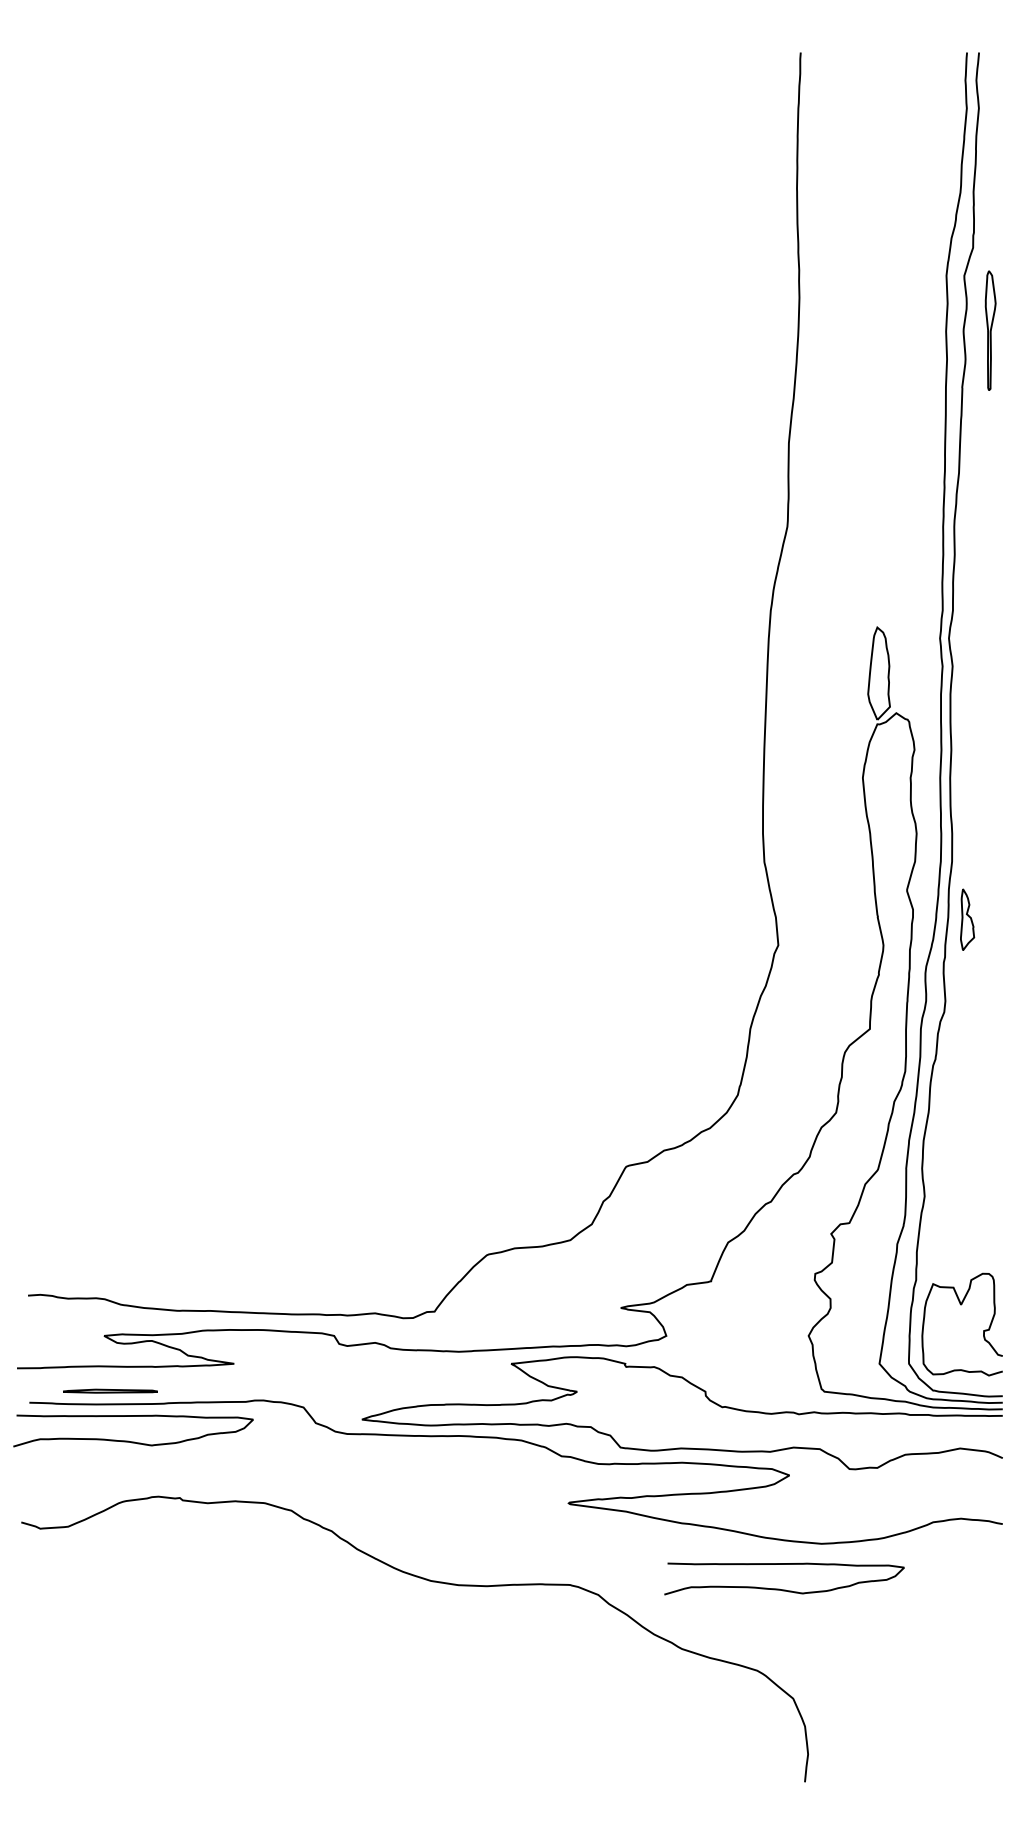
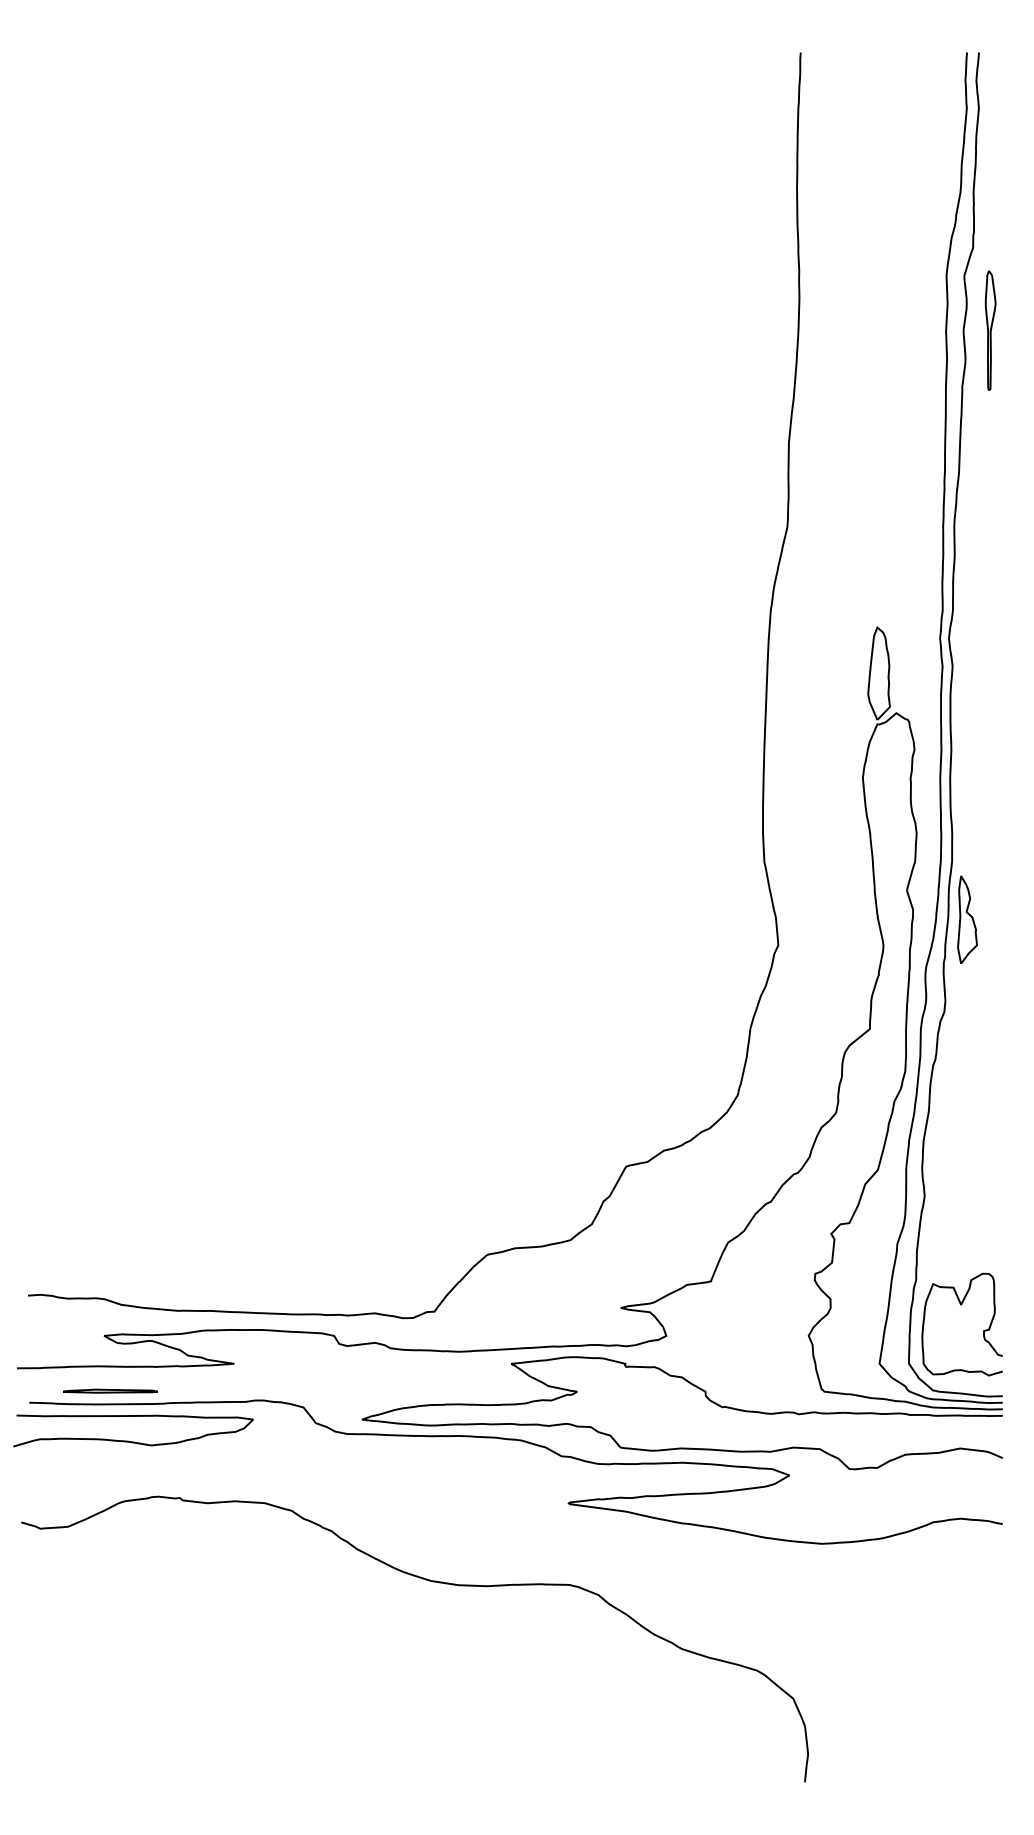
part at (967, 919) size: 16x63 px -> 21x89 px
curve at (784, 1589): present -> none
